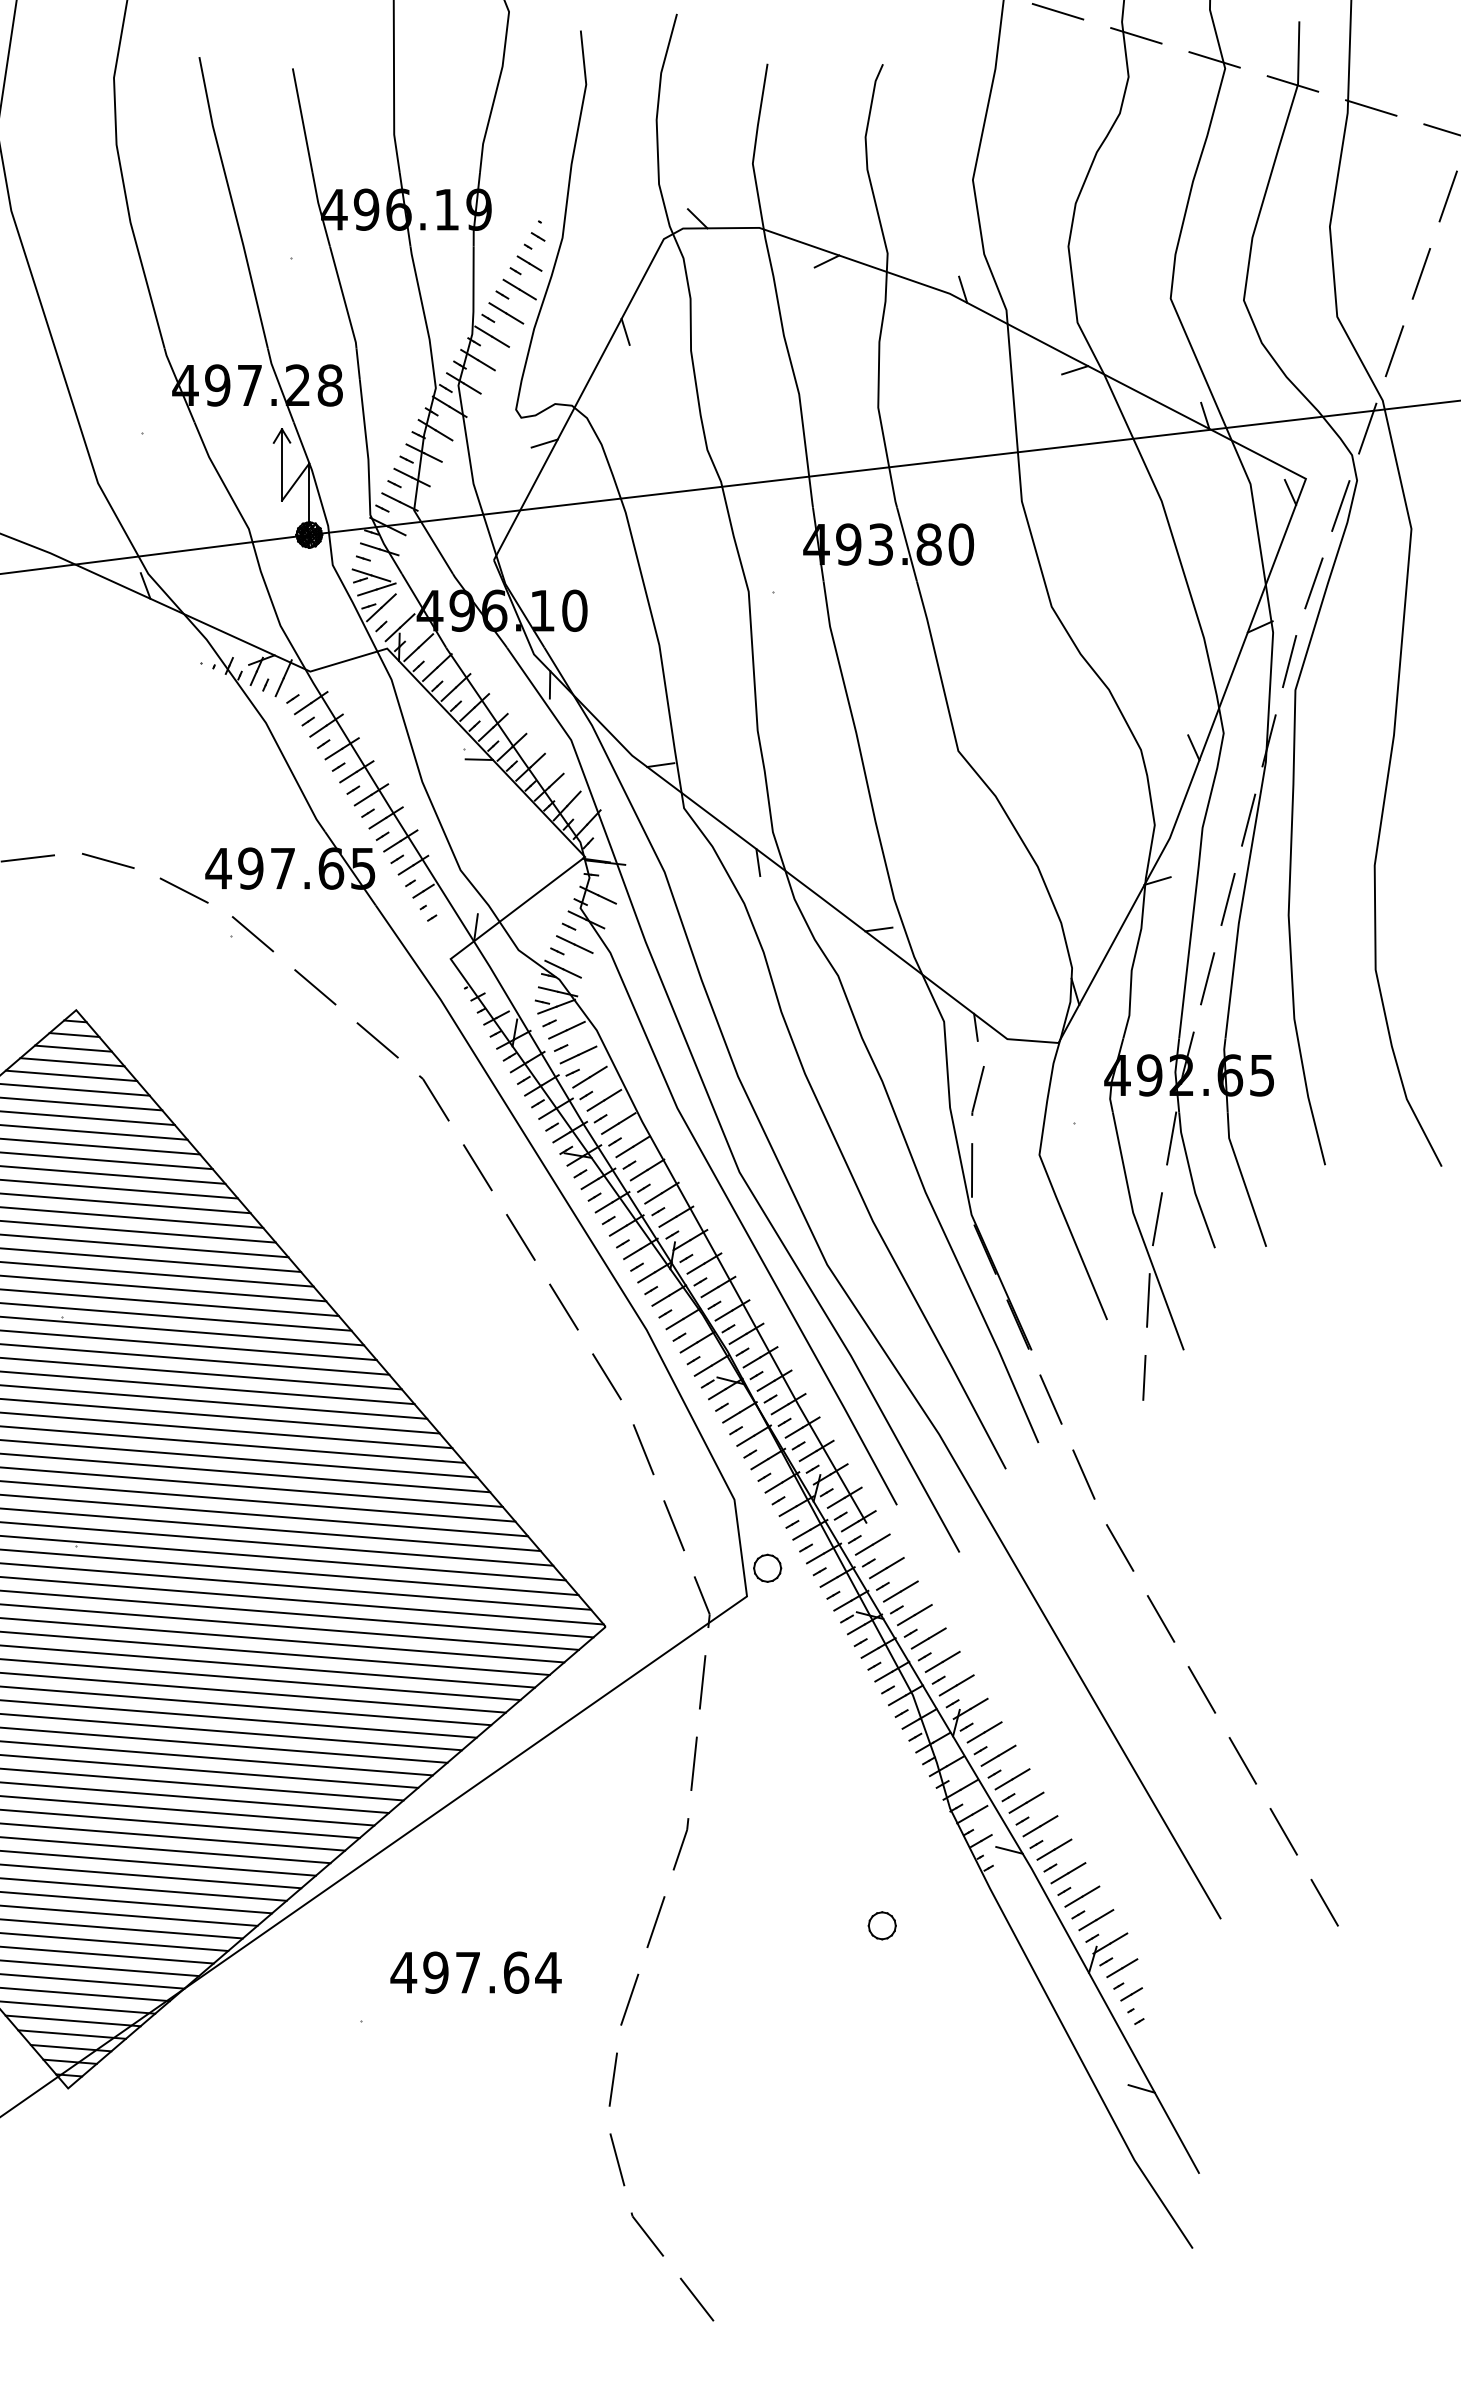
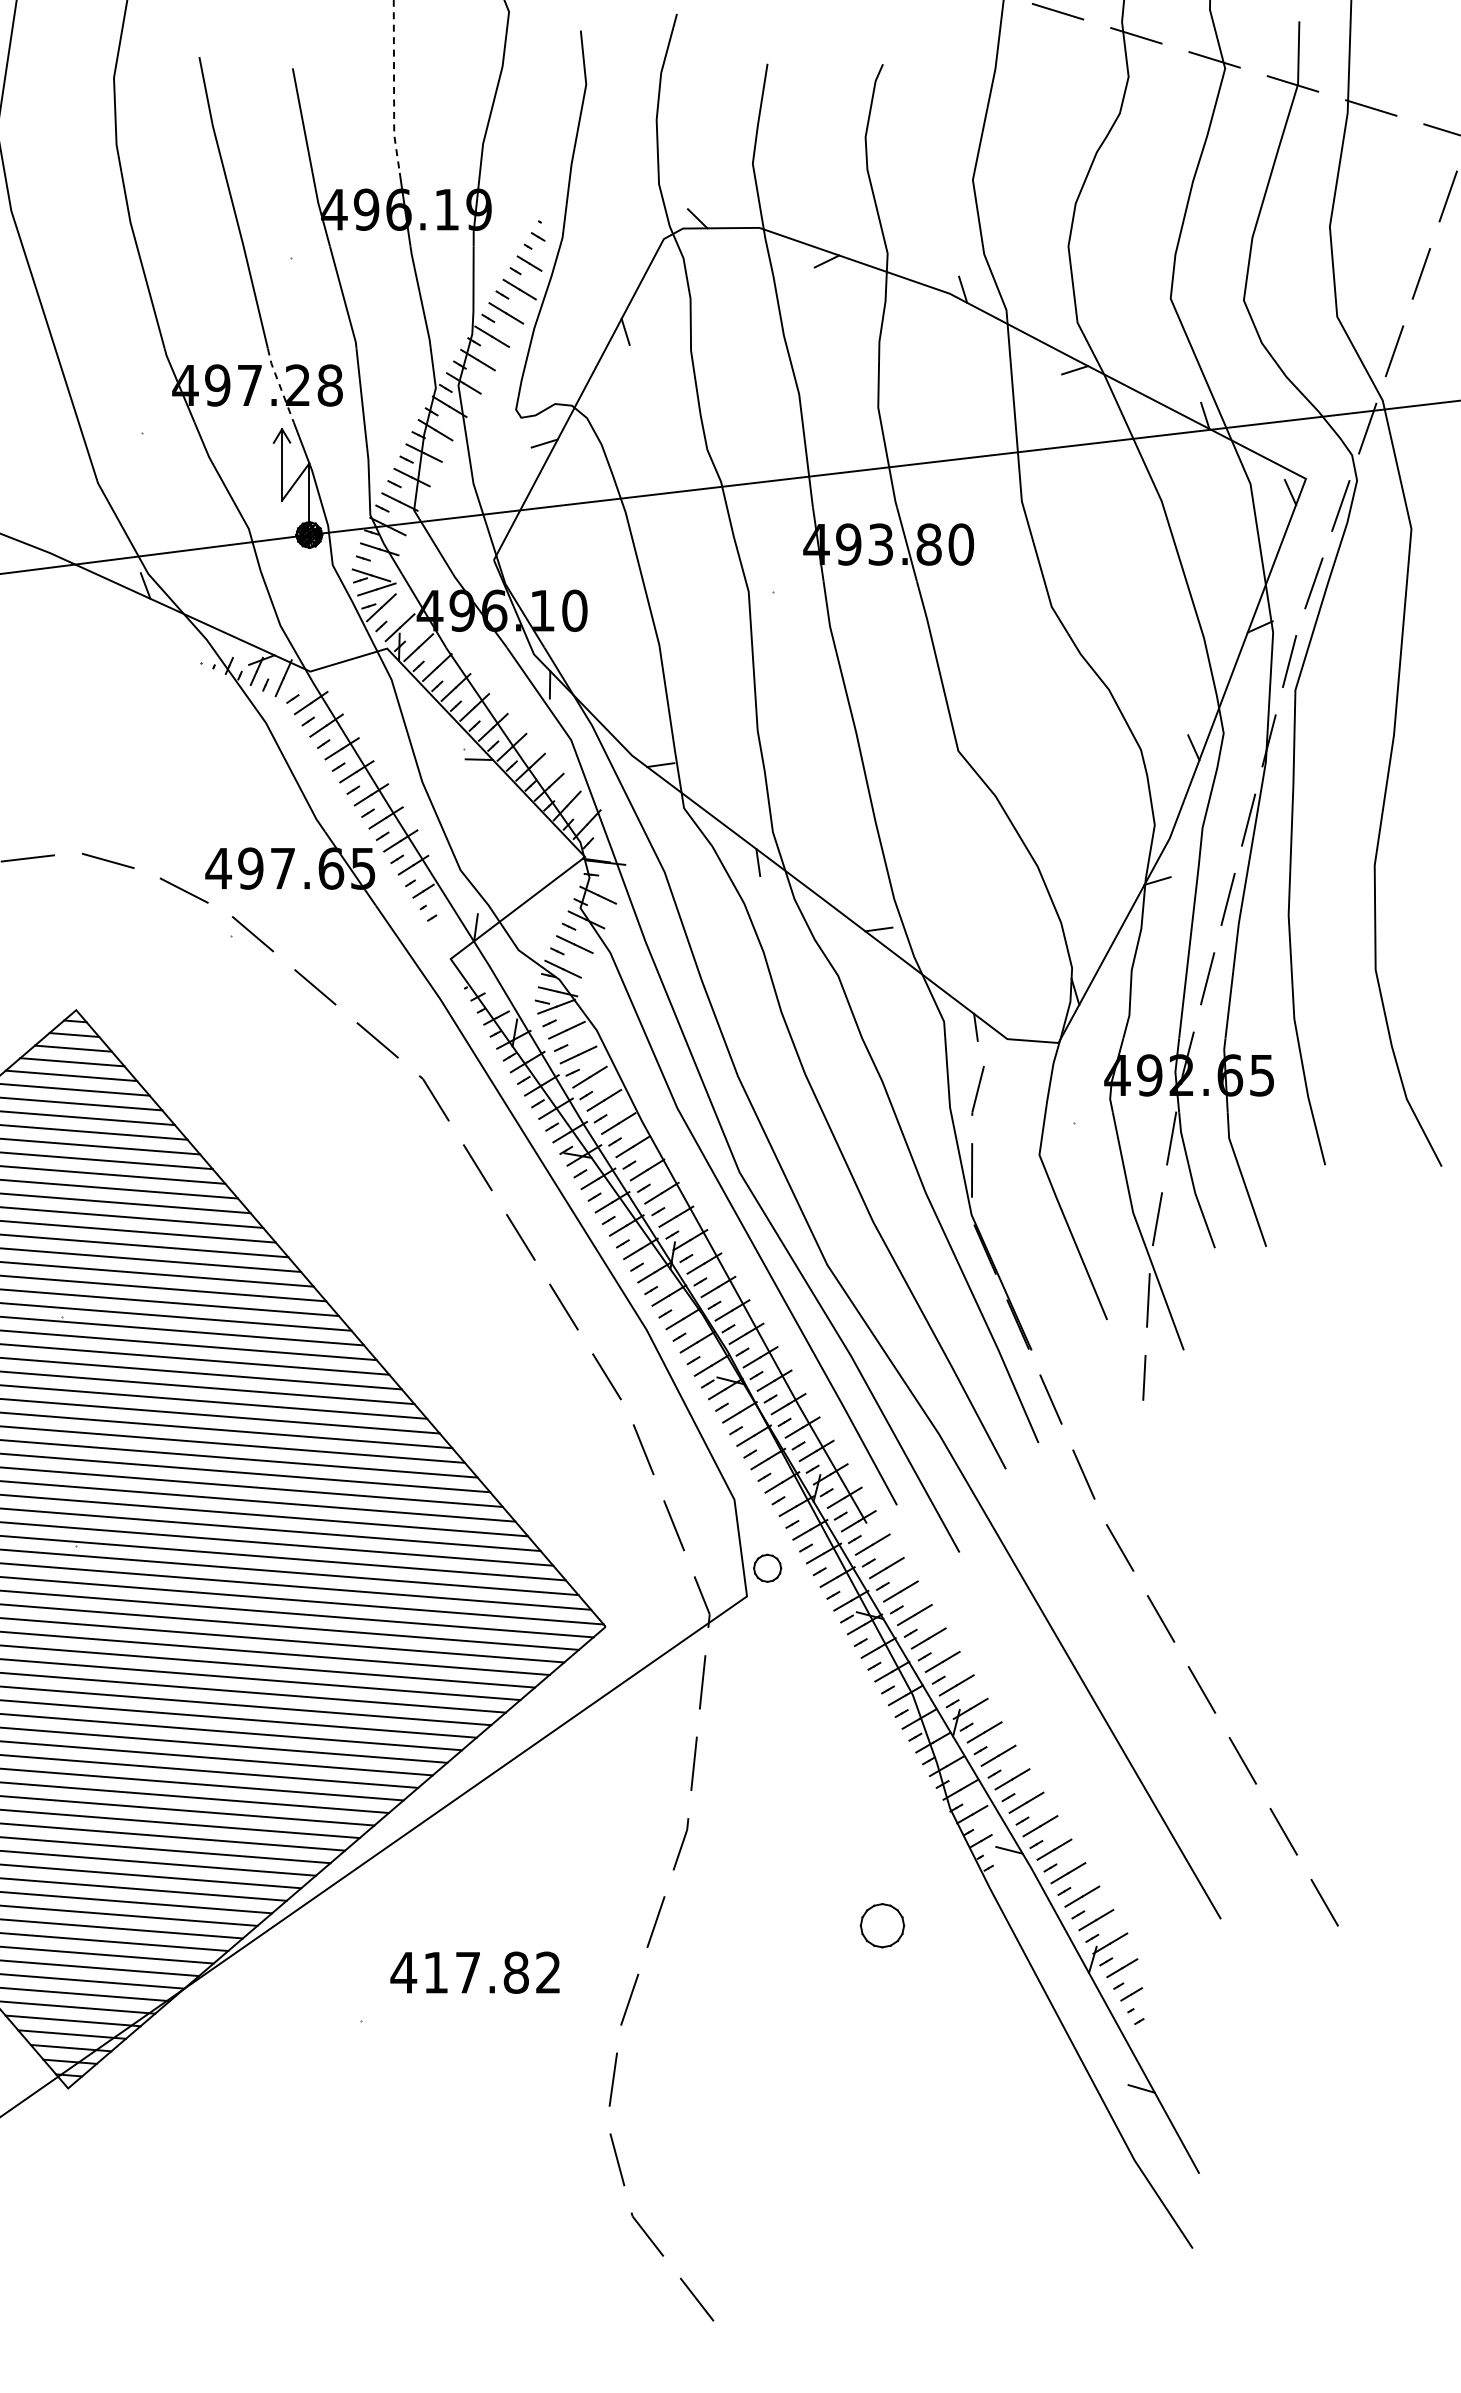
line at (394, 87): solid -> dashed
line at (279, 385): solid -> dashed
part at (881, 1925) size: 30x30 px -> 47x46 px
text at (492, 1972): 497.64 -> 417.82
